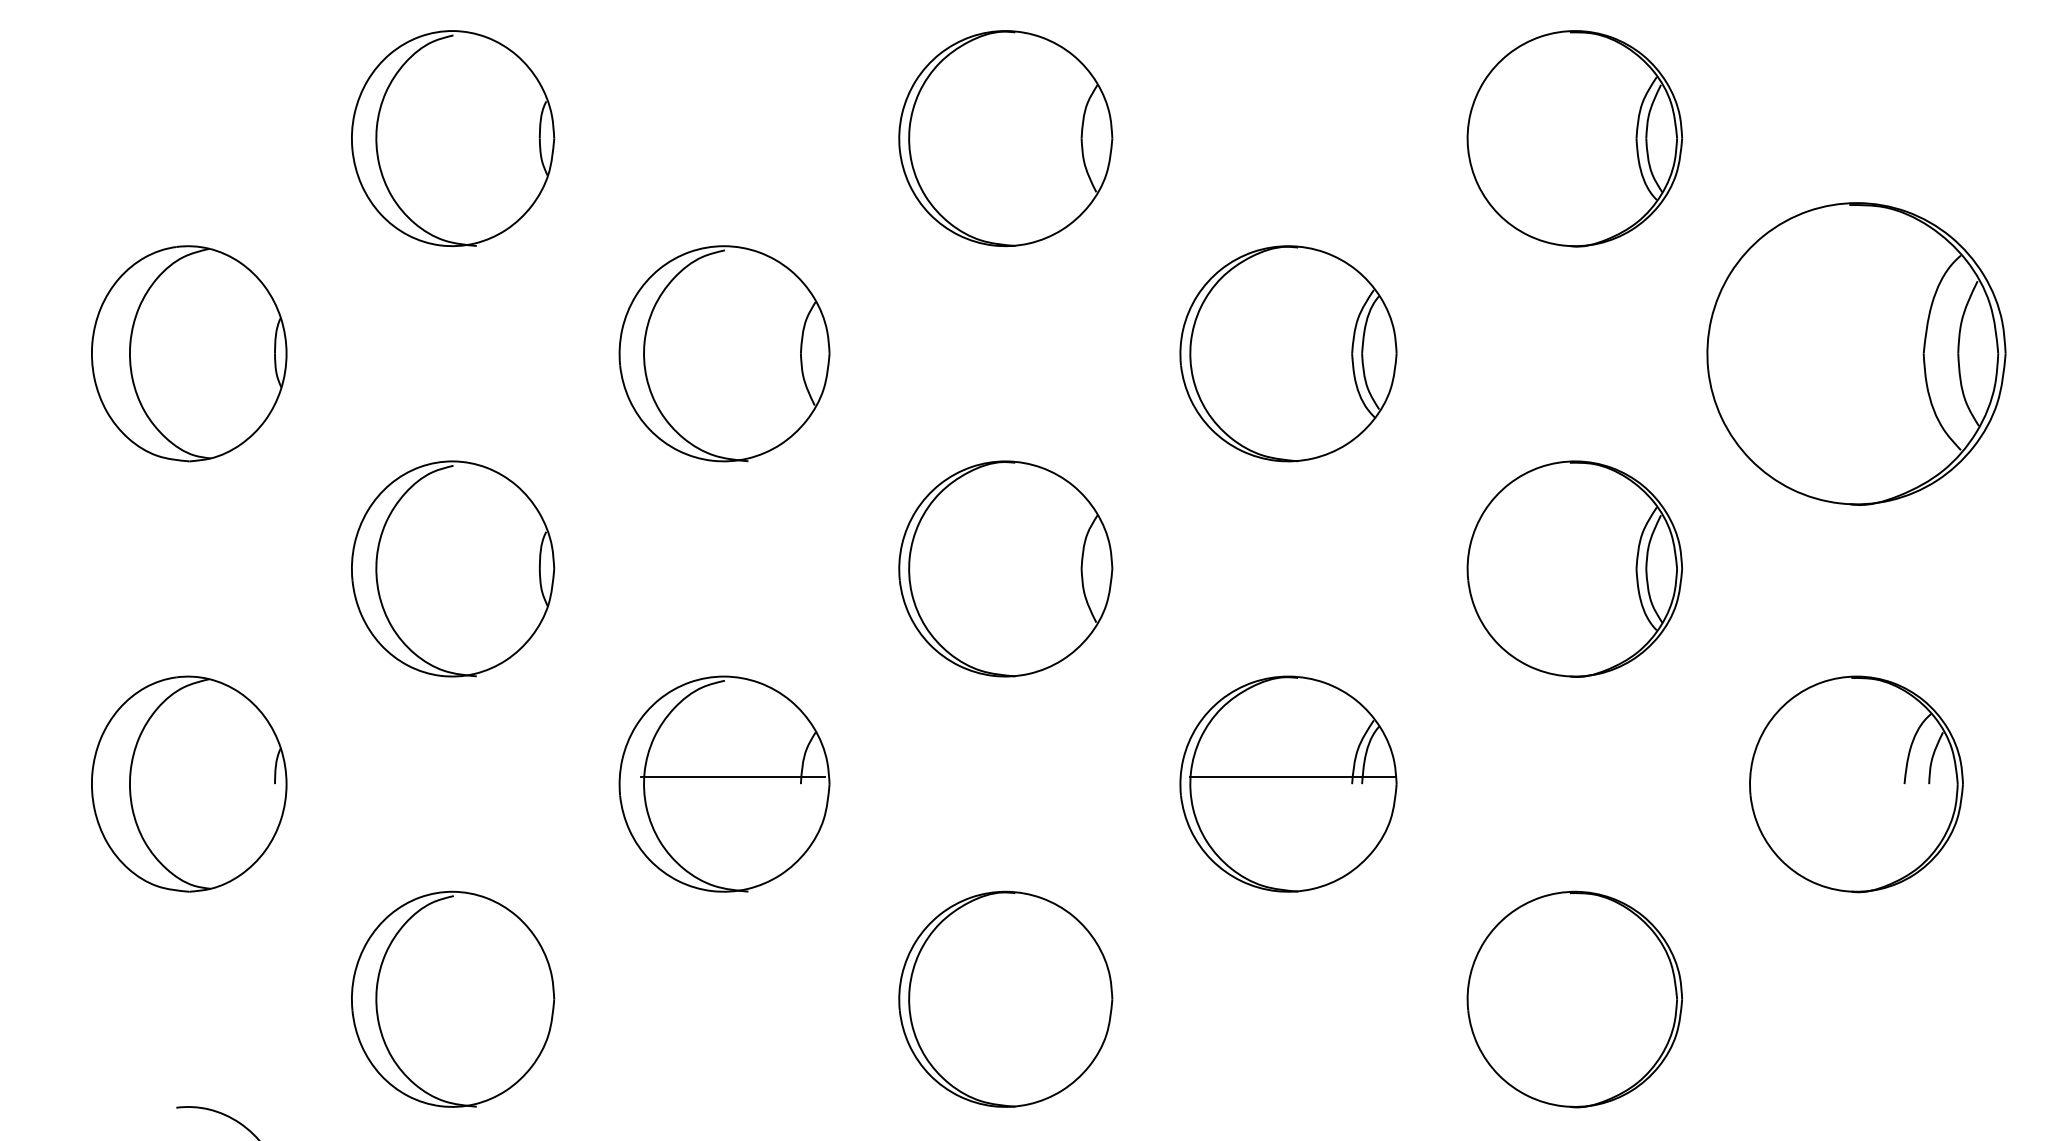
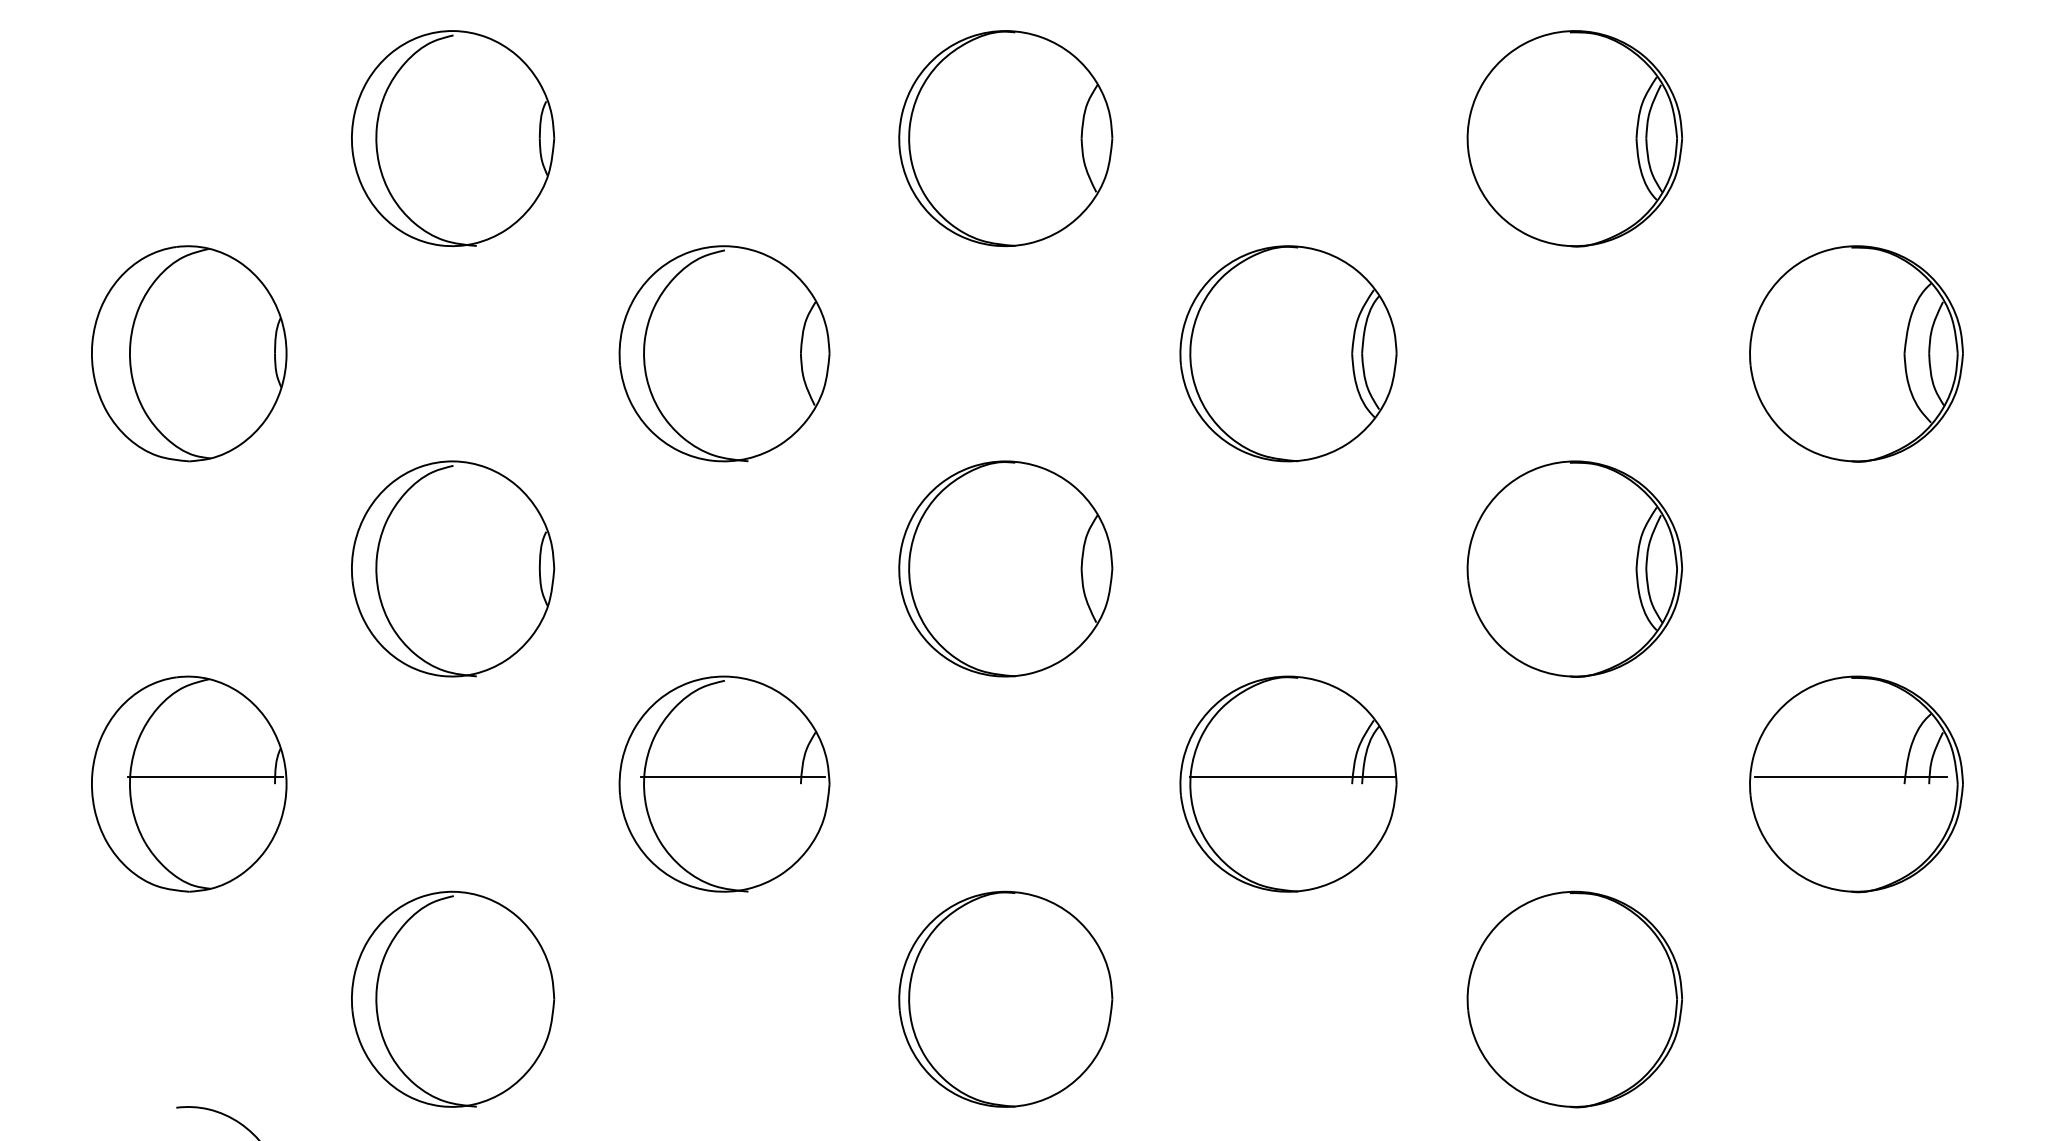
part at (1856, 353) size: 301x304 px -> 215x218 px
line at (205, 777): none -> present
line at (1850, 777): none -> present
